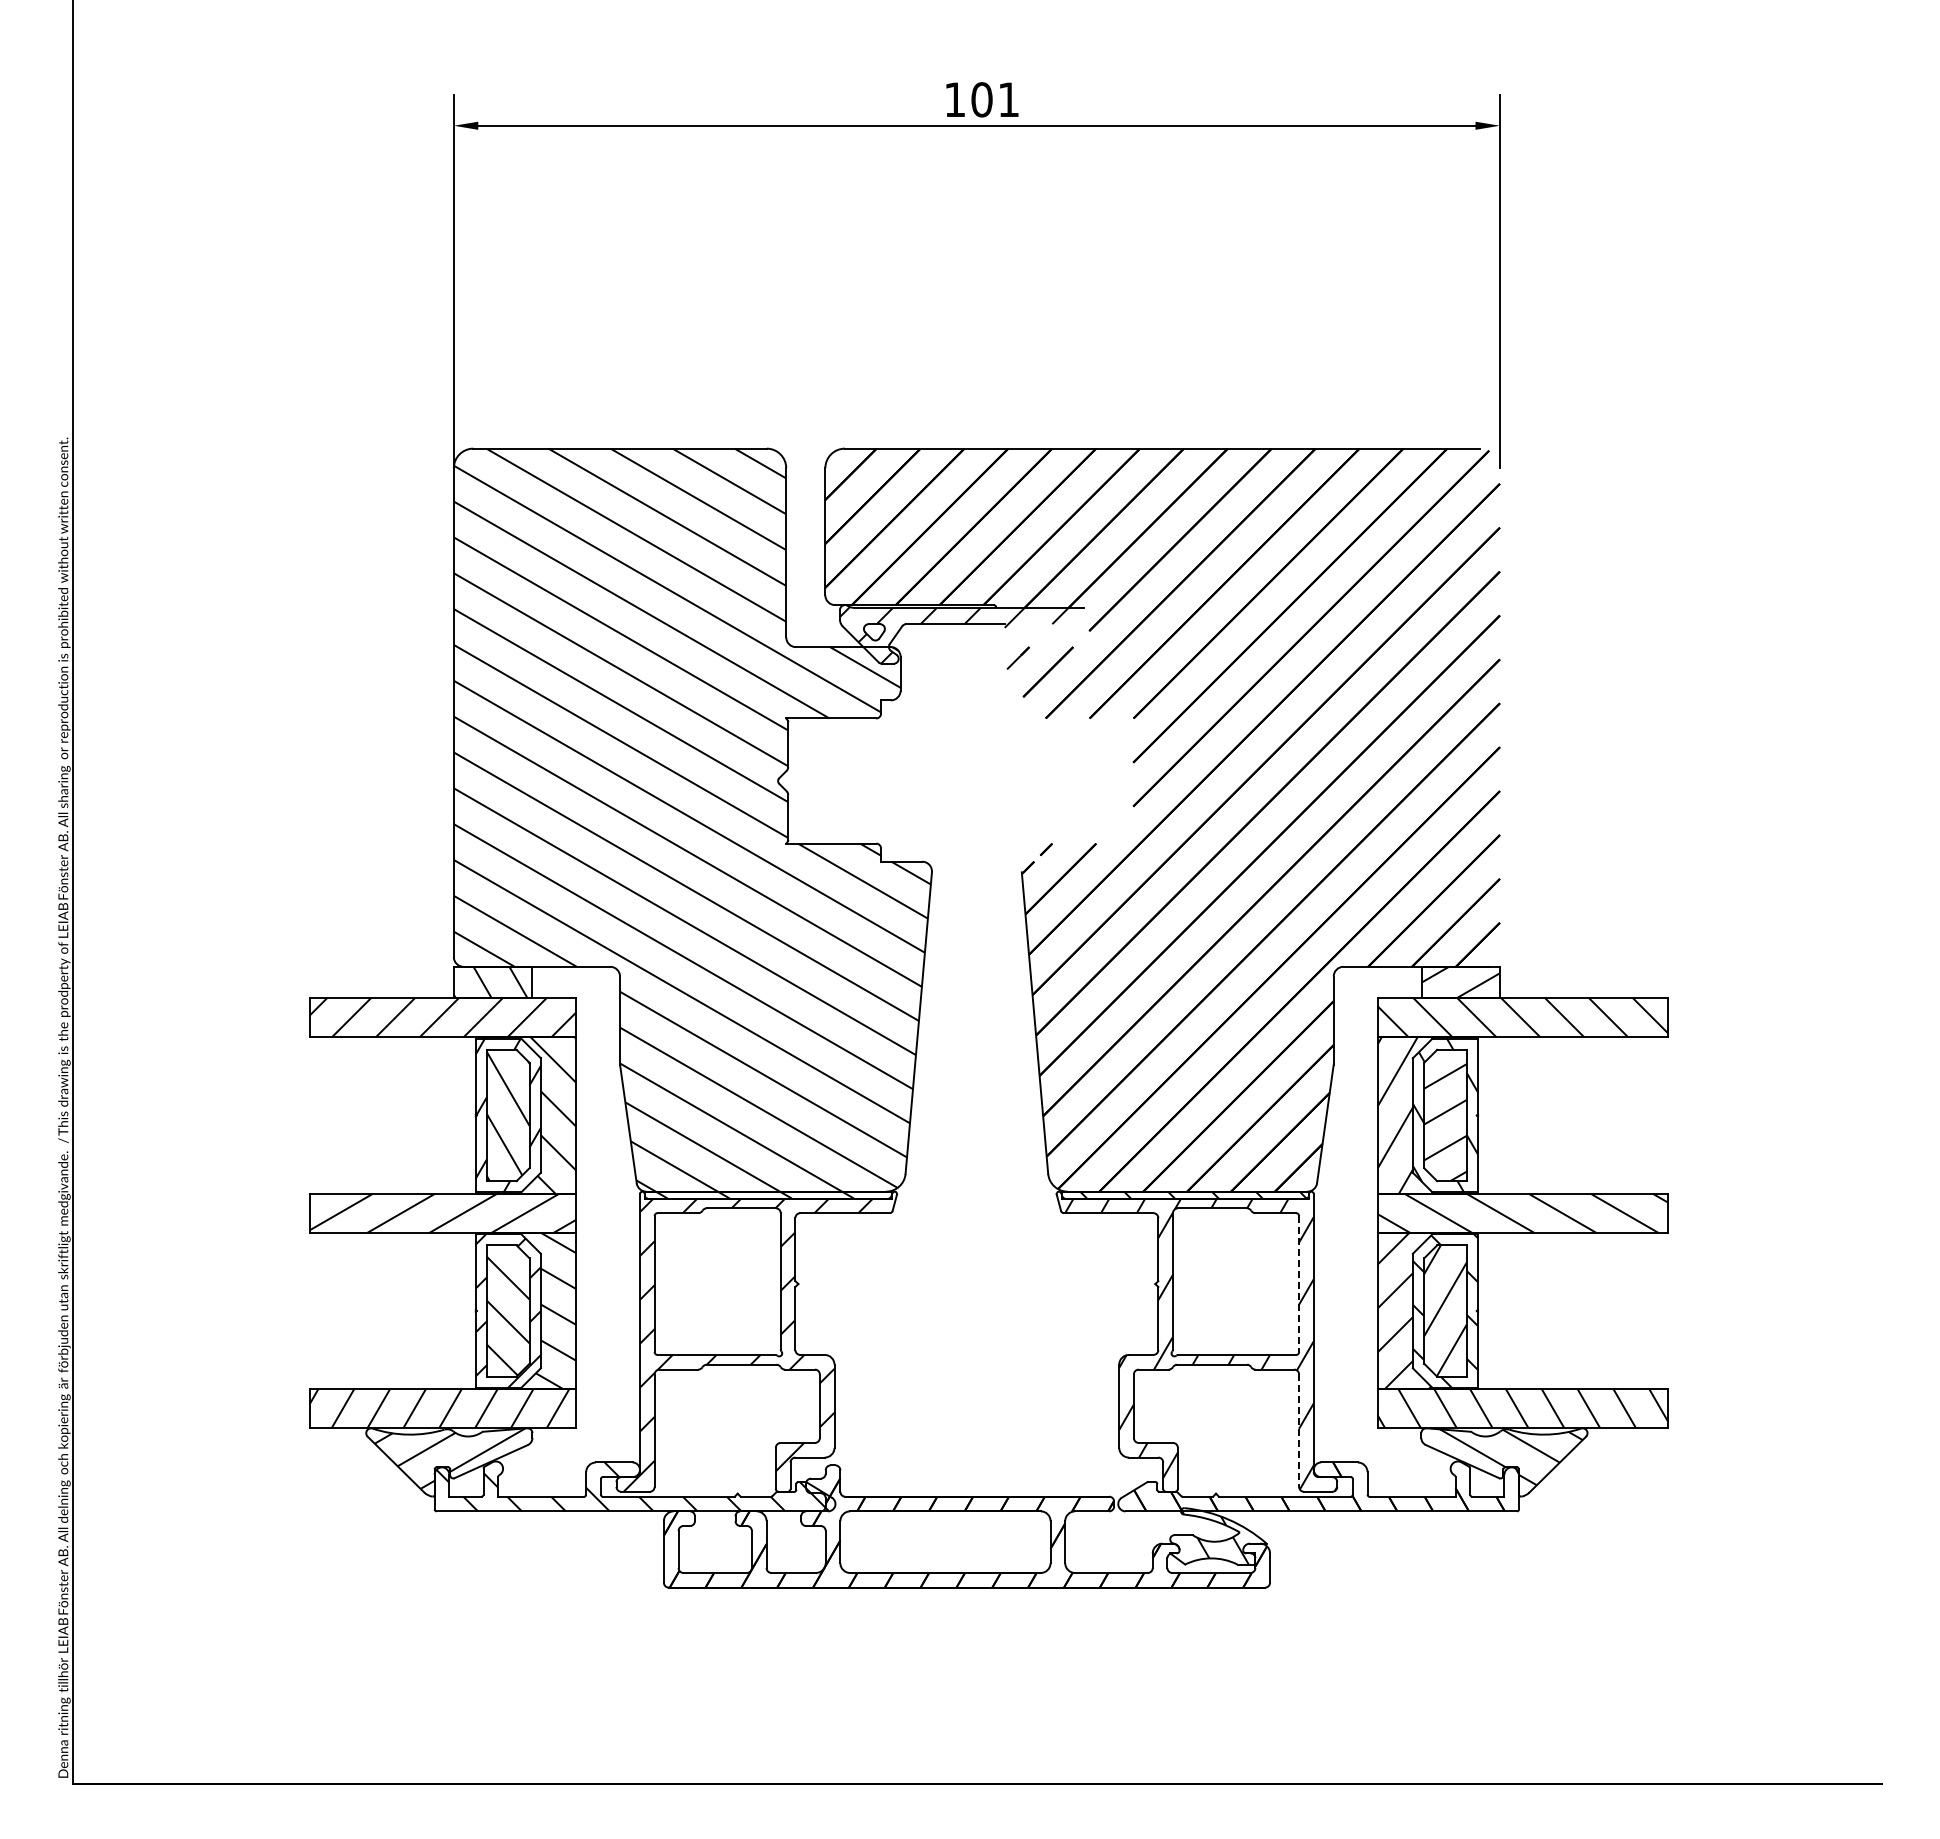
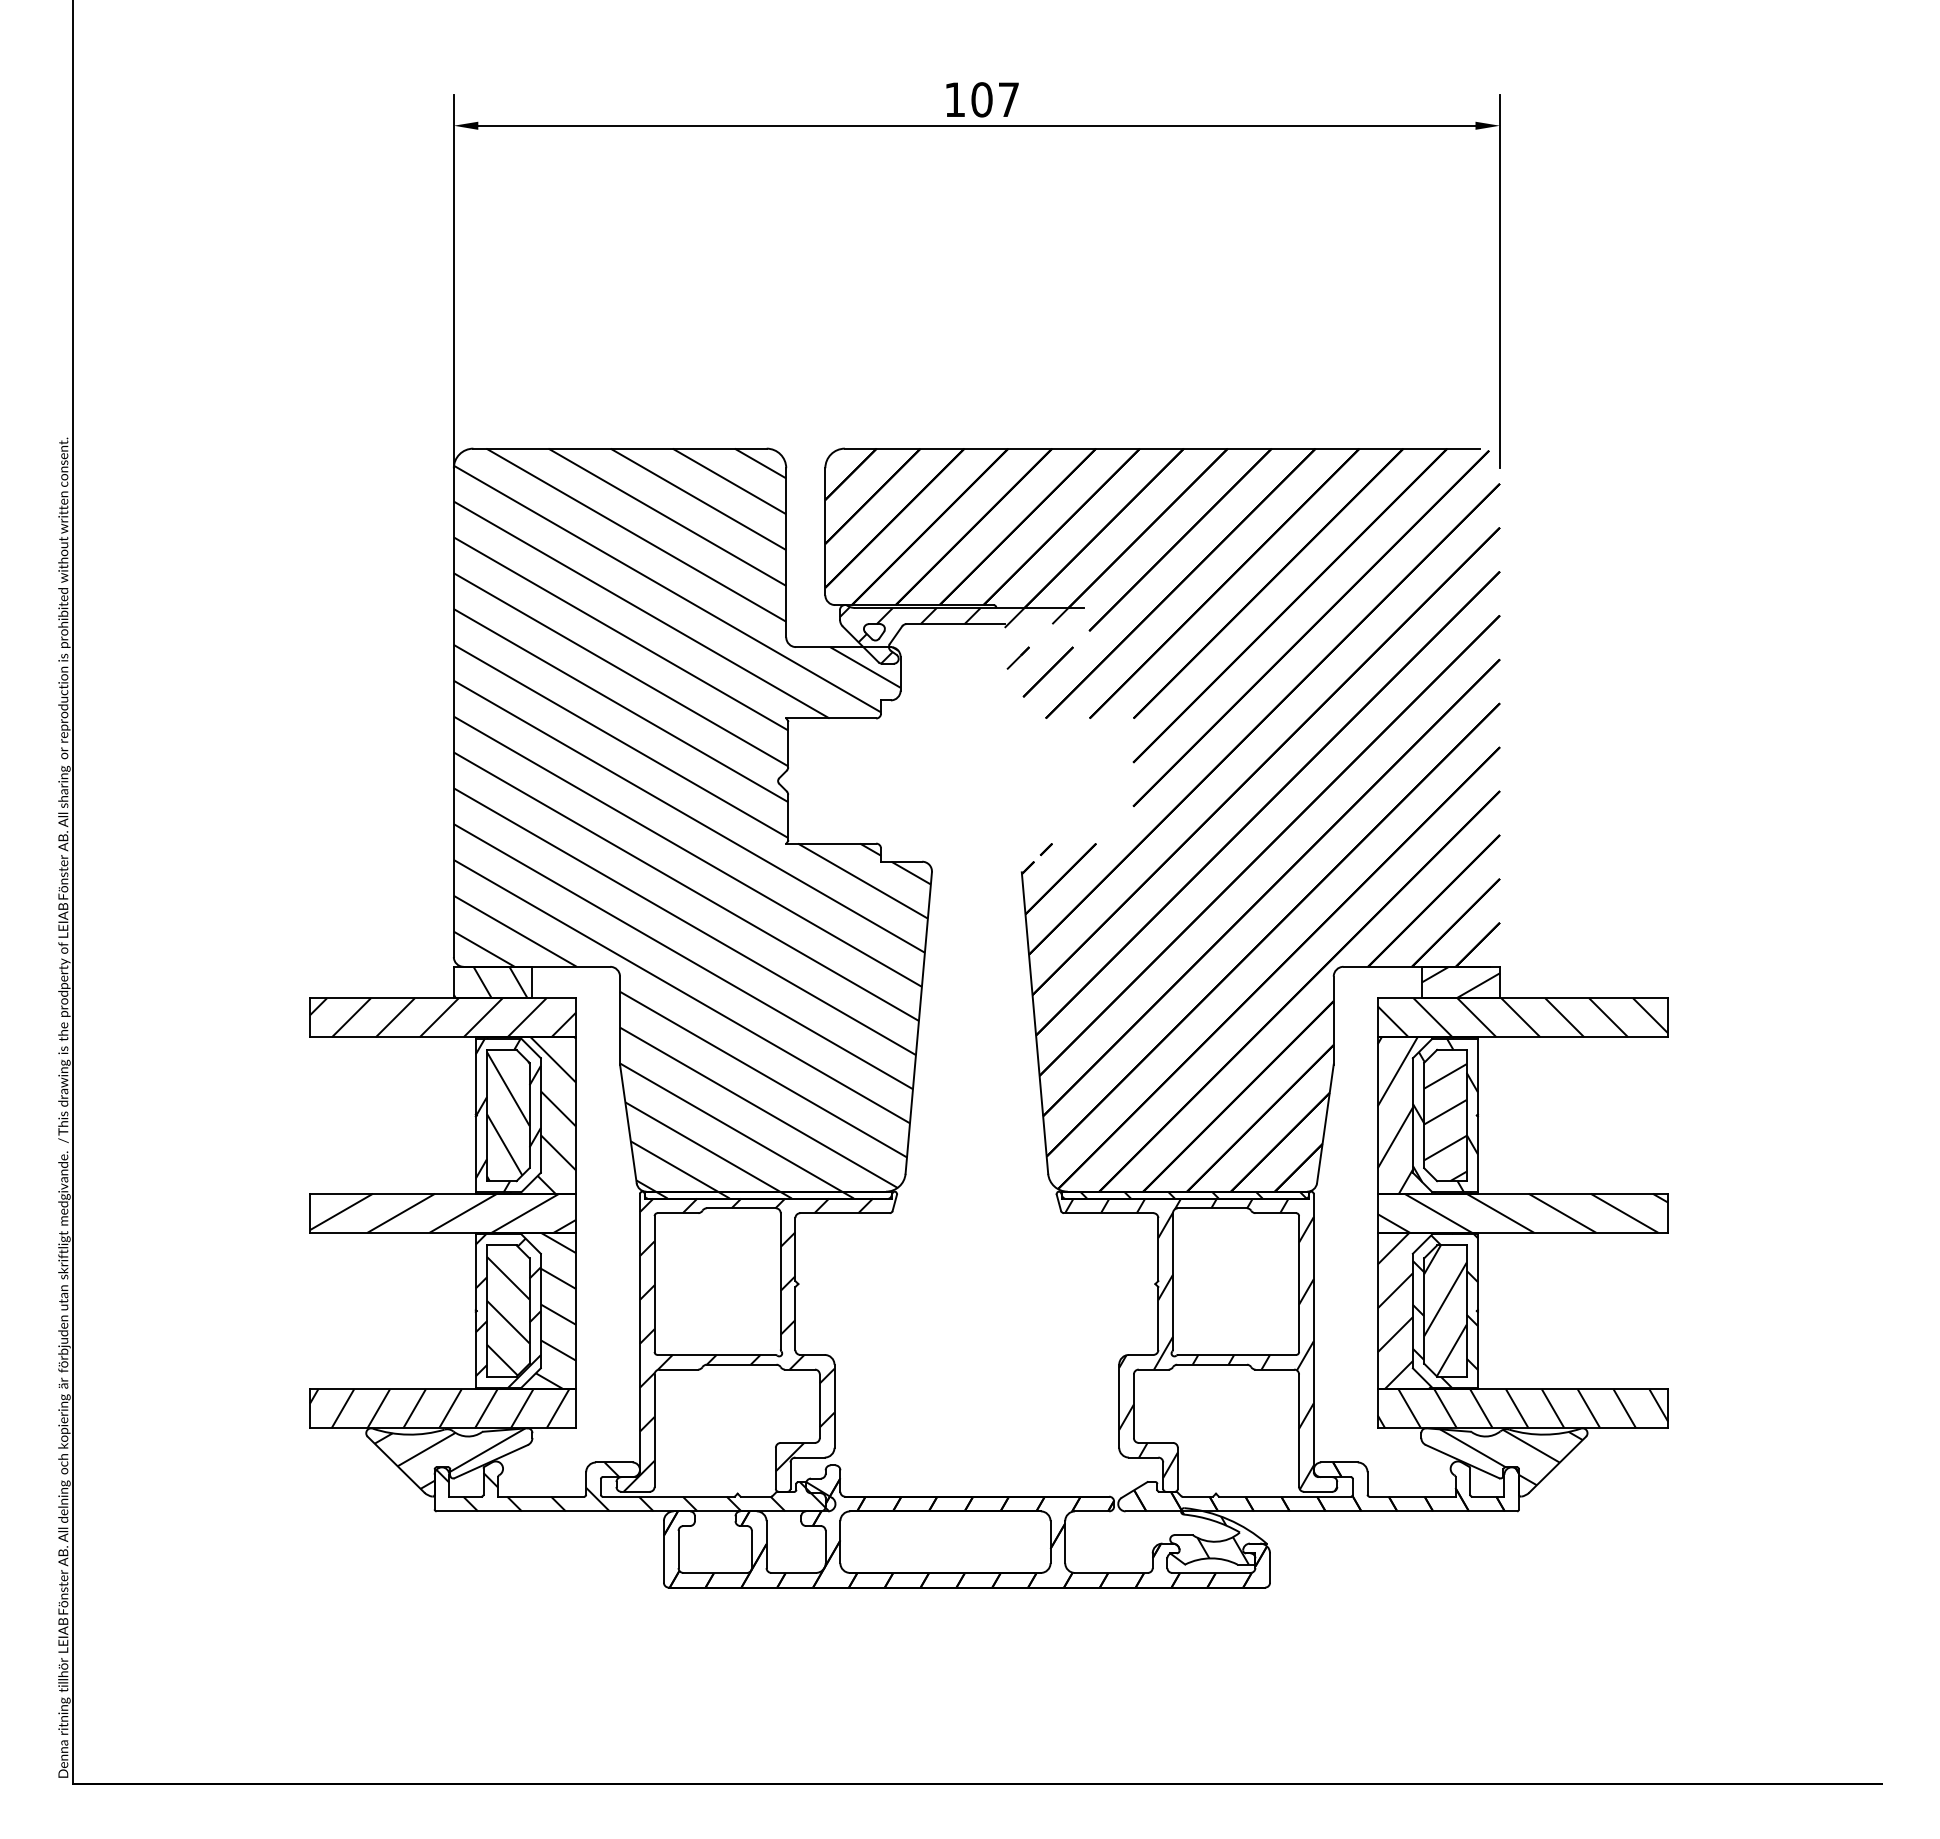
text at (1008, 99): 101 -> 107
line at (1299, 1284): dashed -> solid
line at (1299, 1431): dashed -> solid
